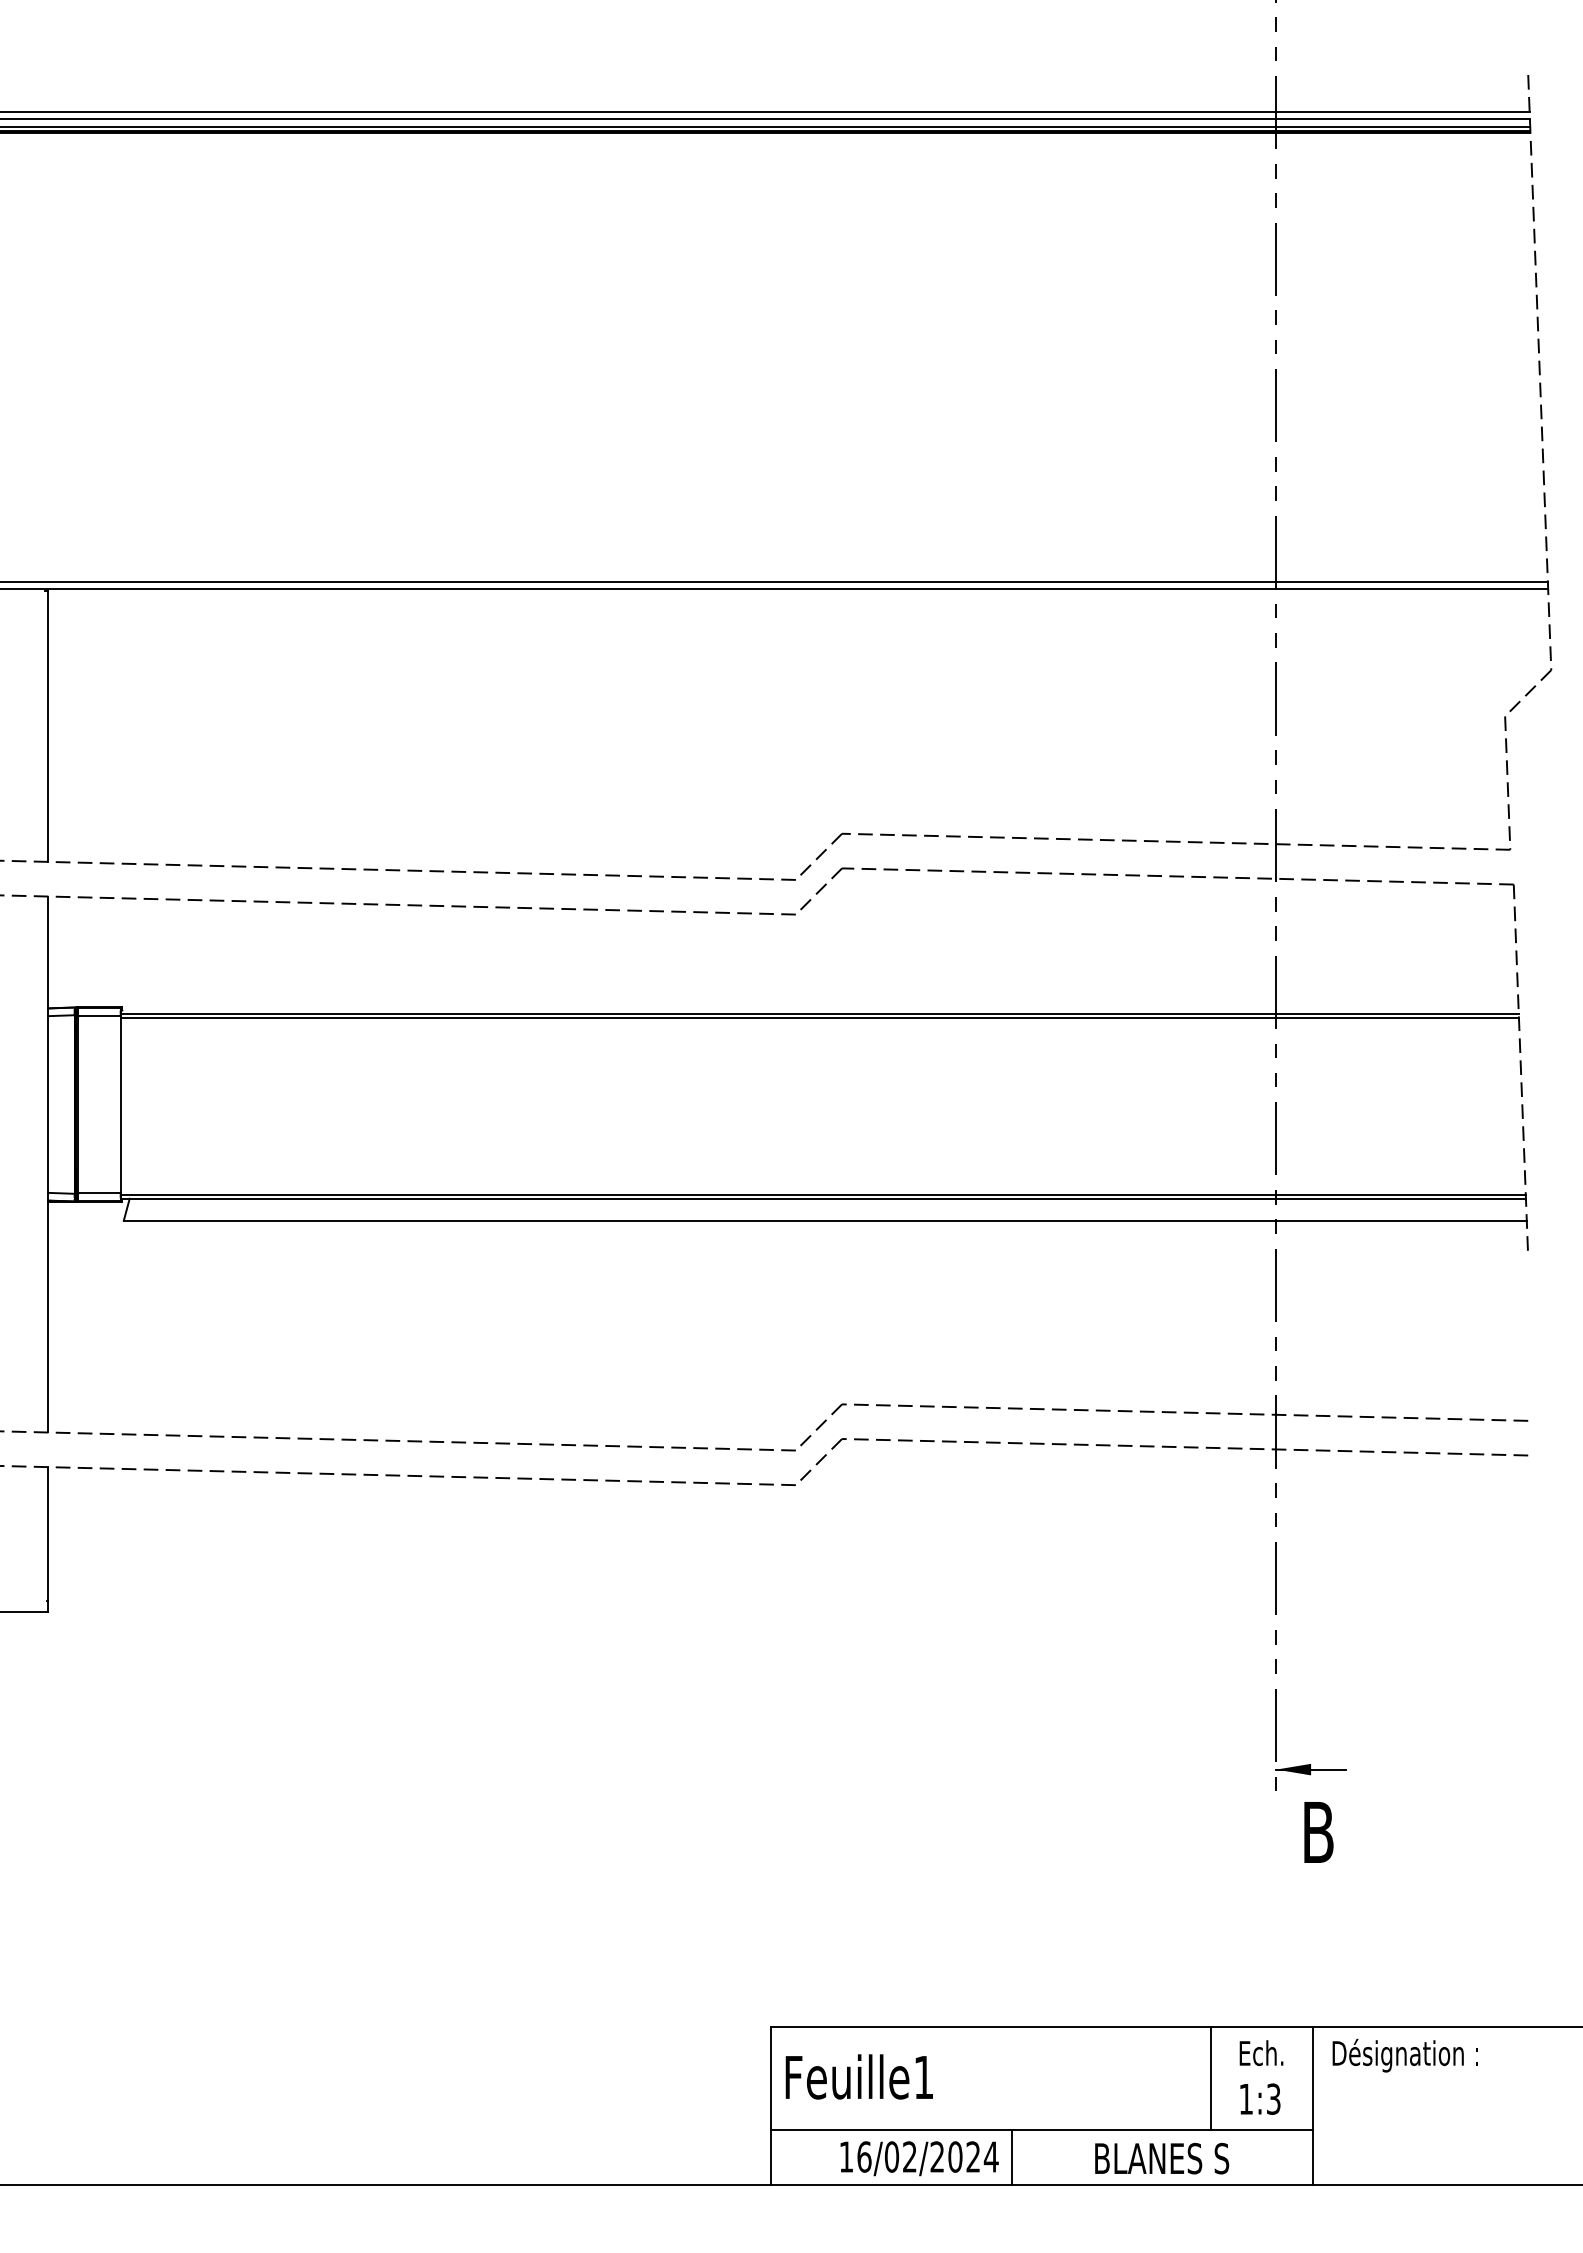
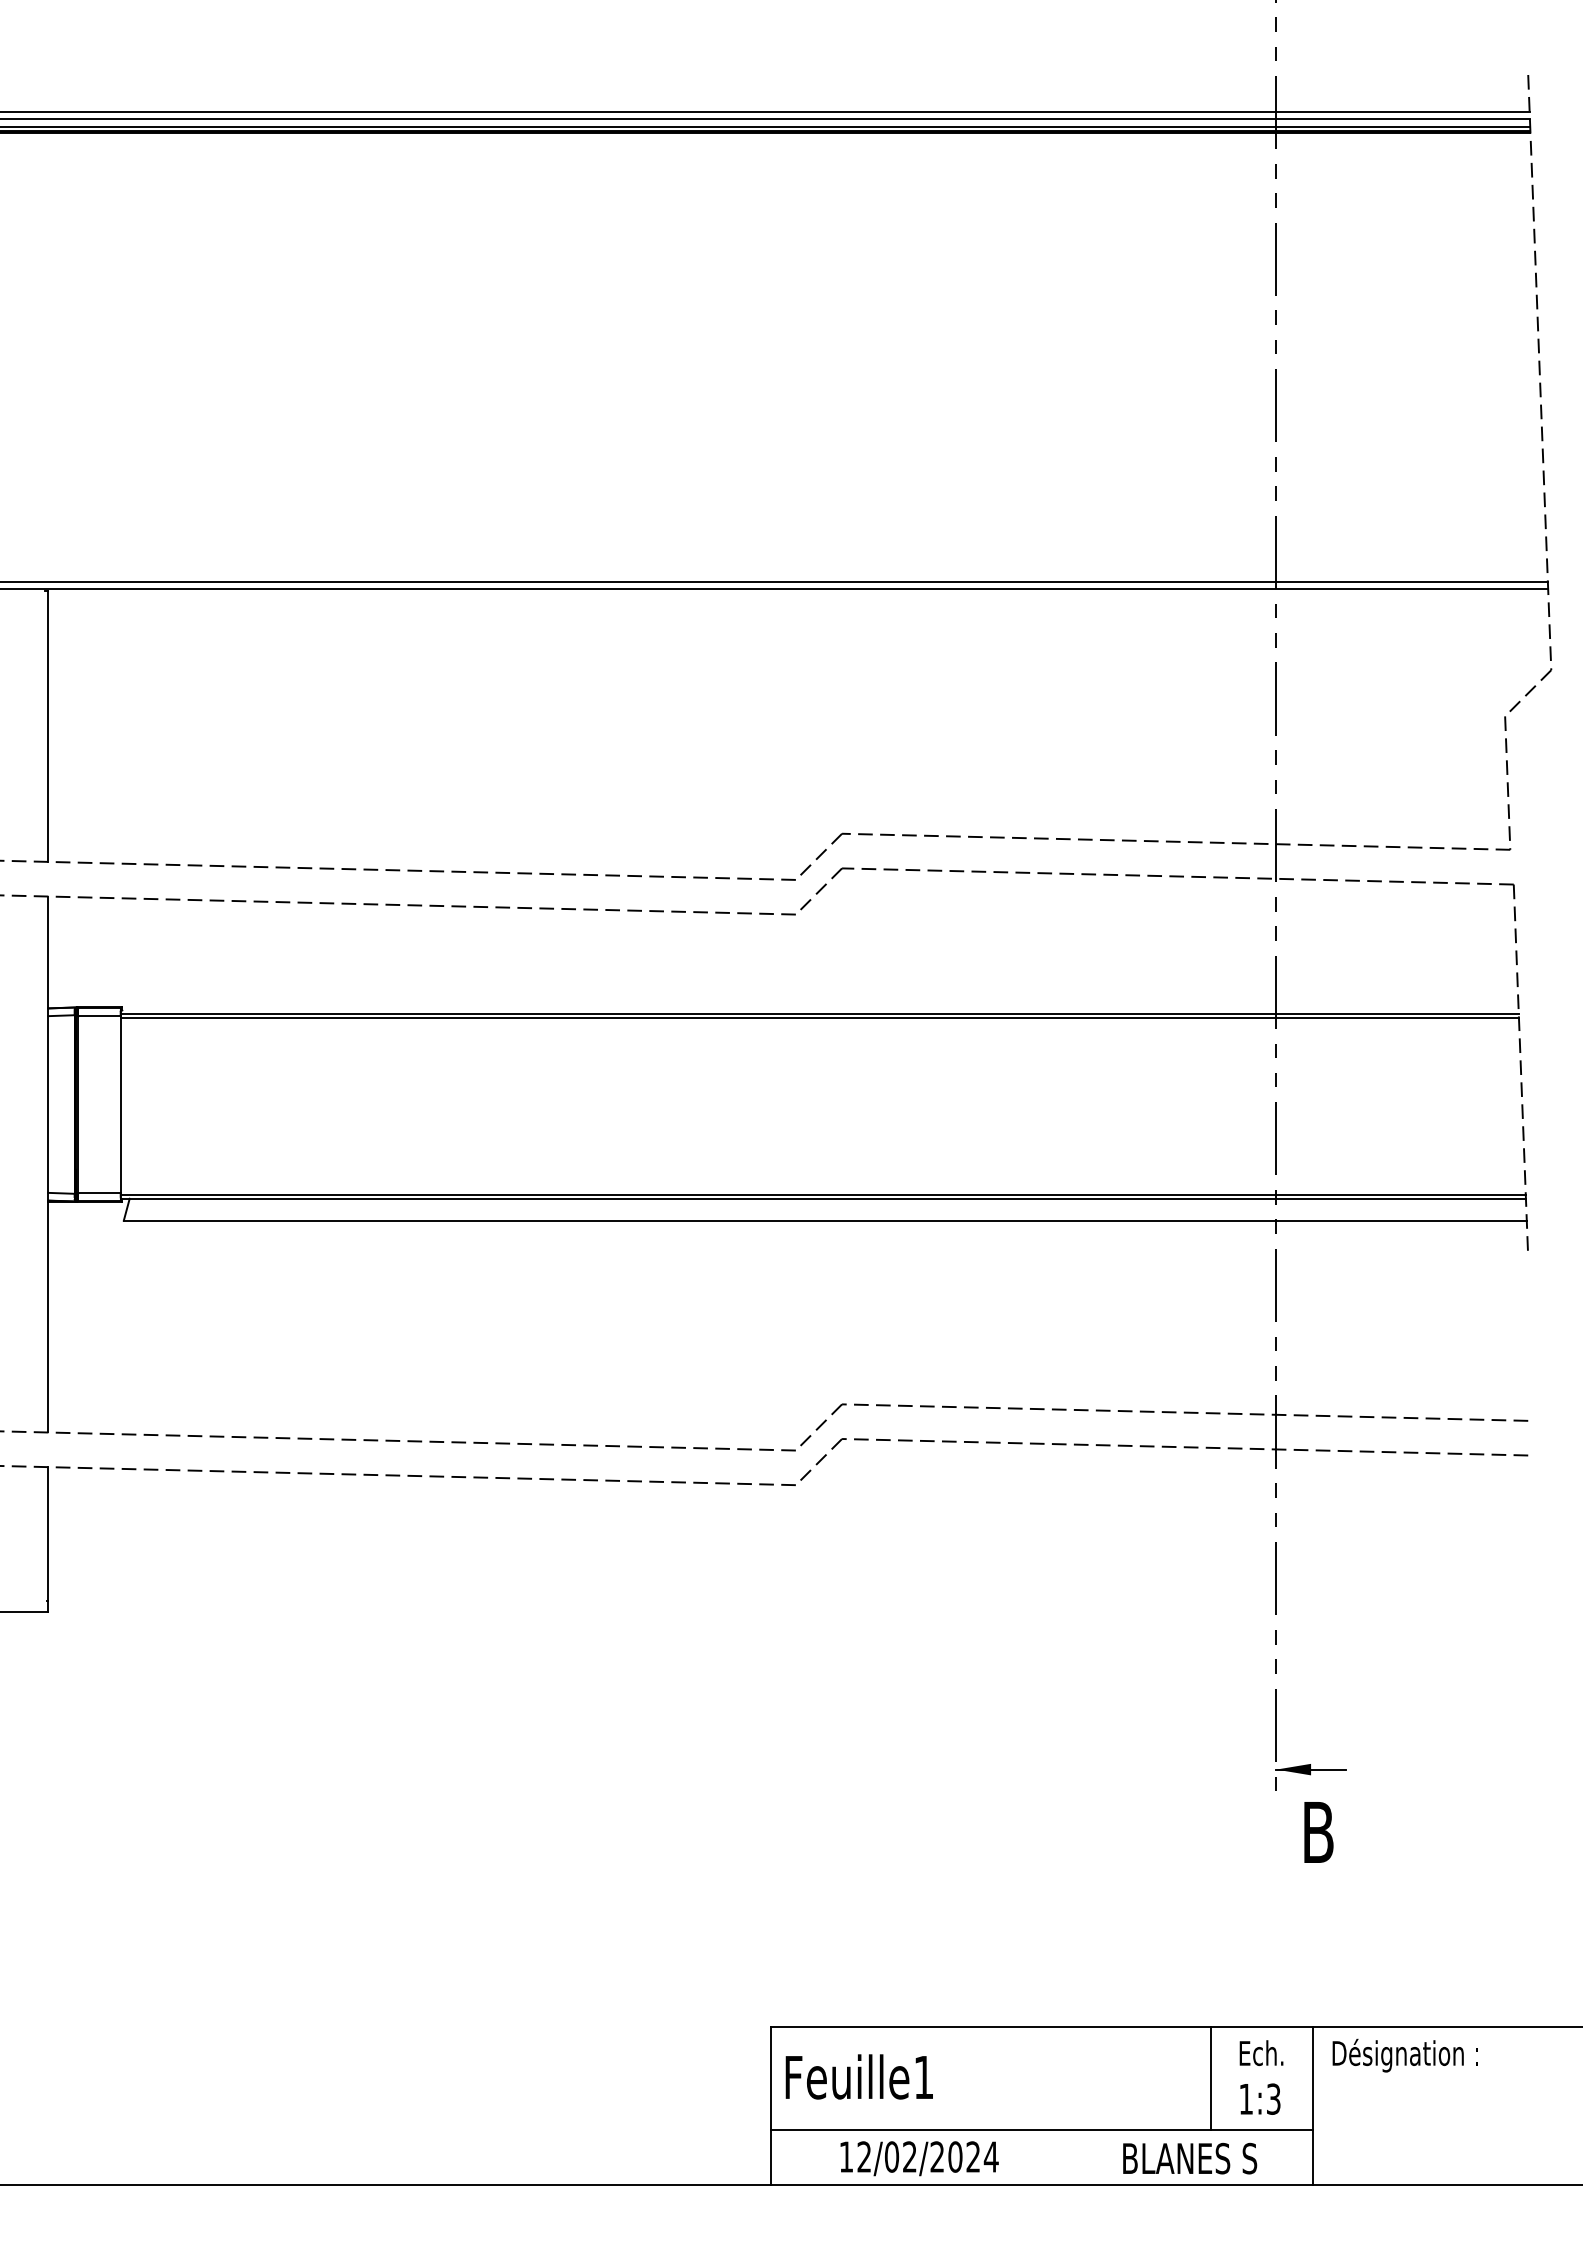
text at (864, 2156): 16/02/2024 -> 12/02/2024
line at (1012, 2157): present -> none
text at (1162, 2158) position: (1162, 2158) -> (1190, 2158)
